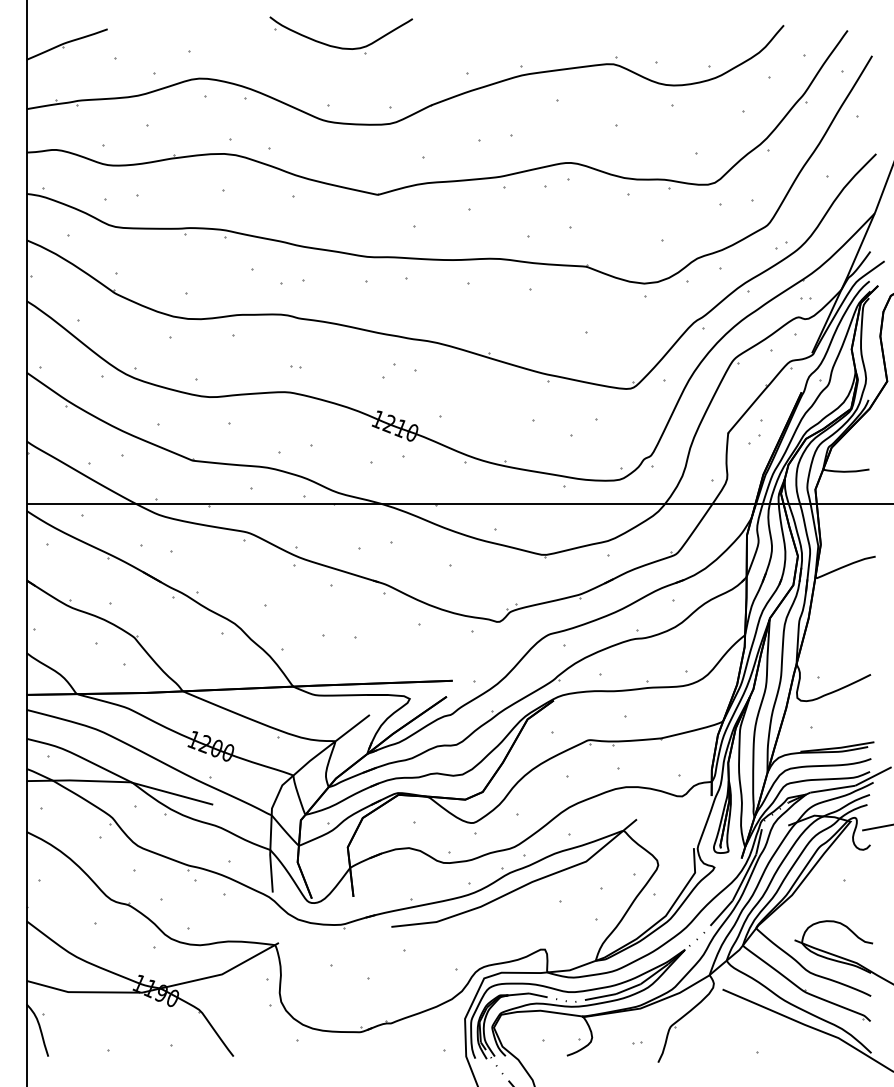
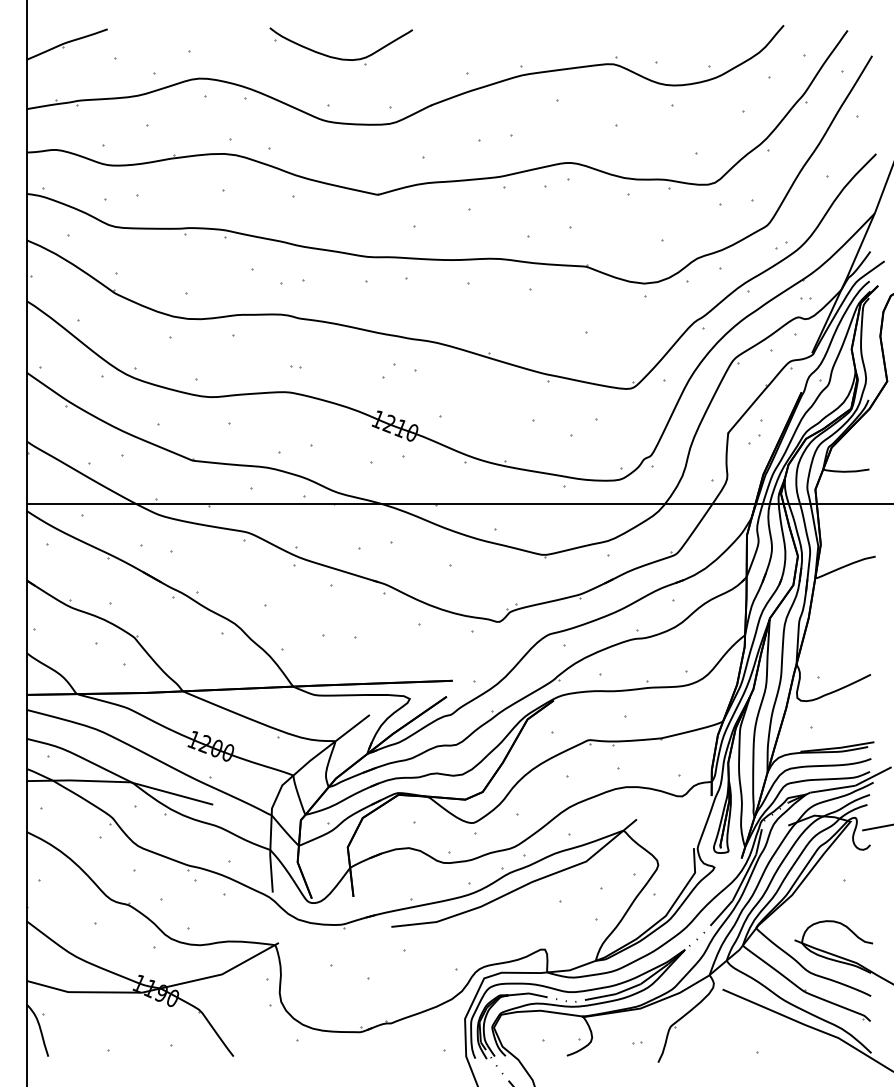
part at (338, 46) position: (338, 46) -> (338, 57)
